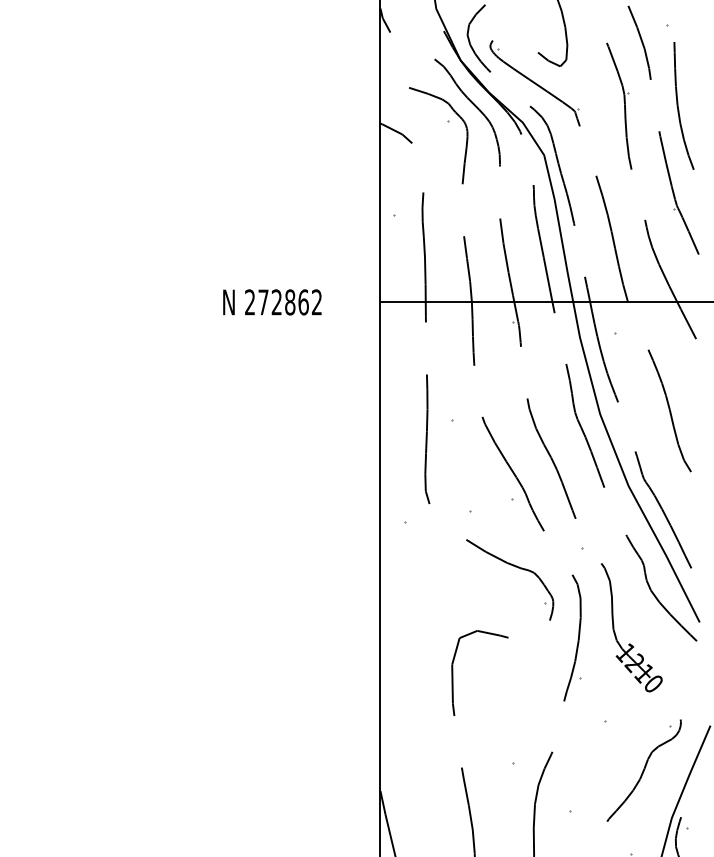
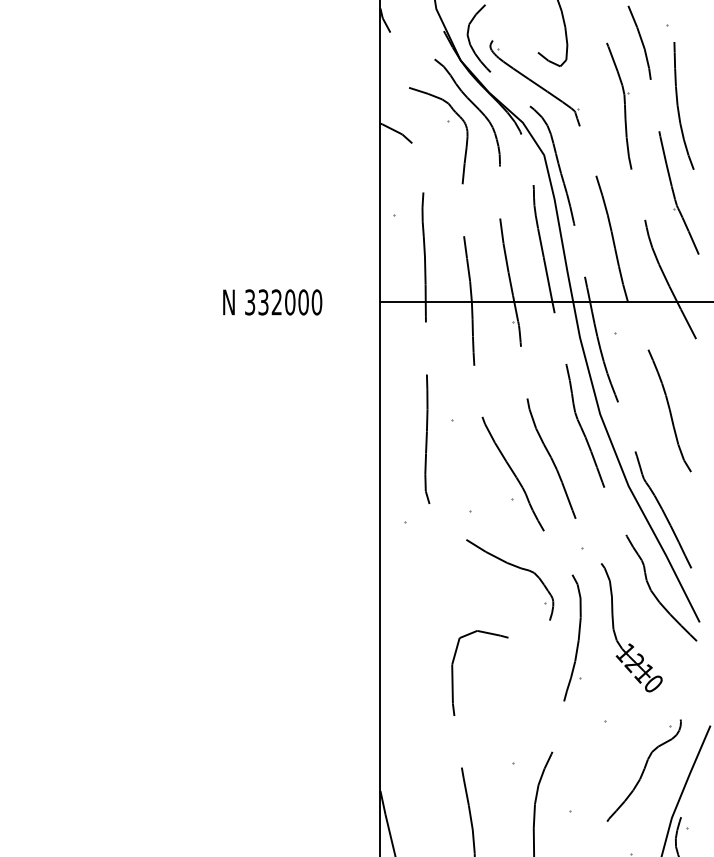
text at (283, 302): 272862 -> 332000
